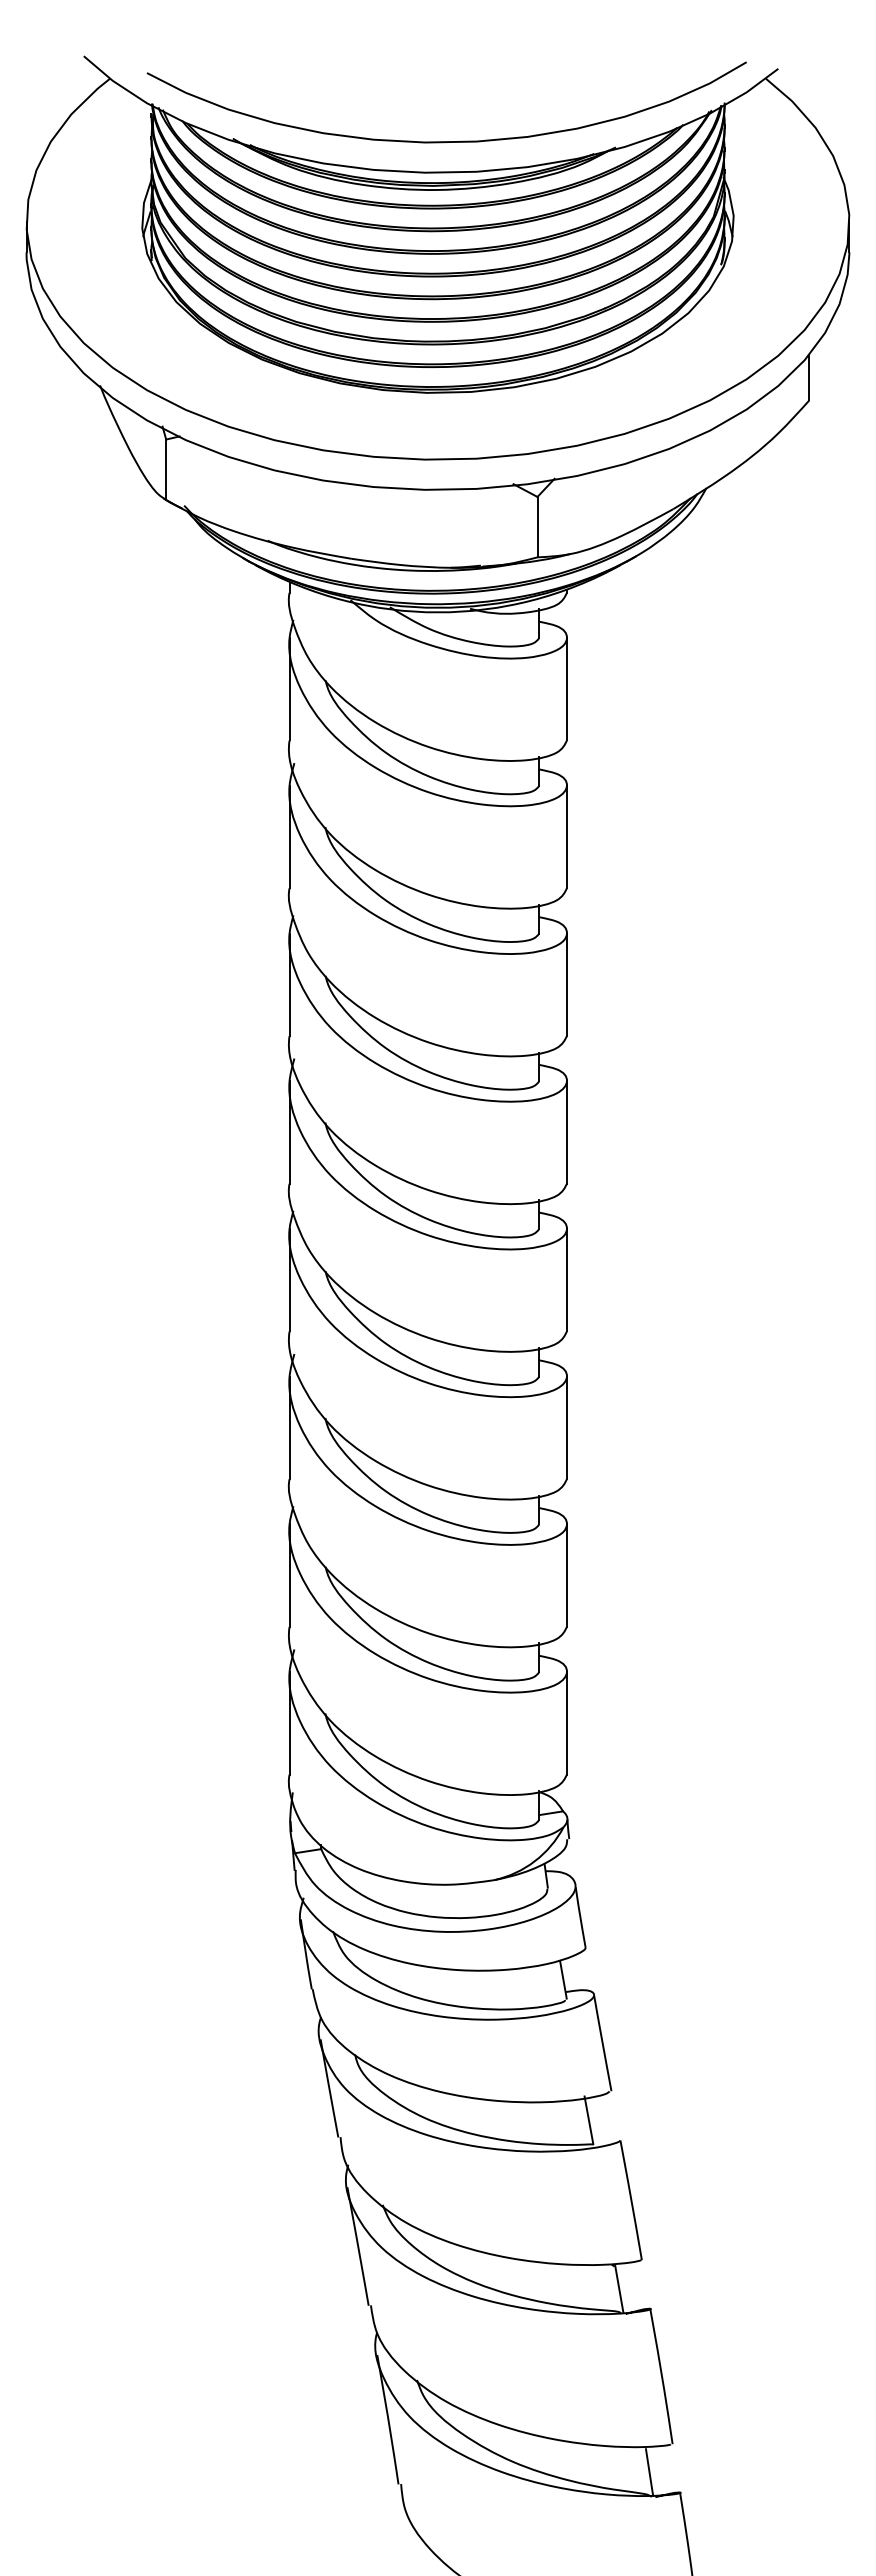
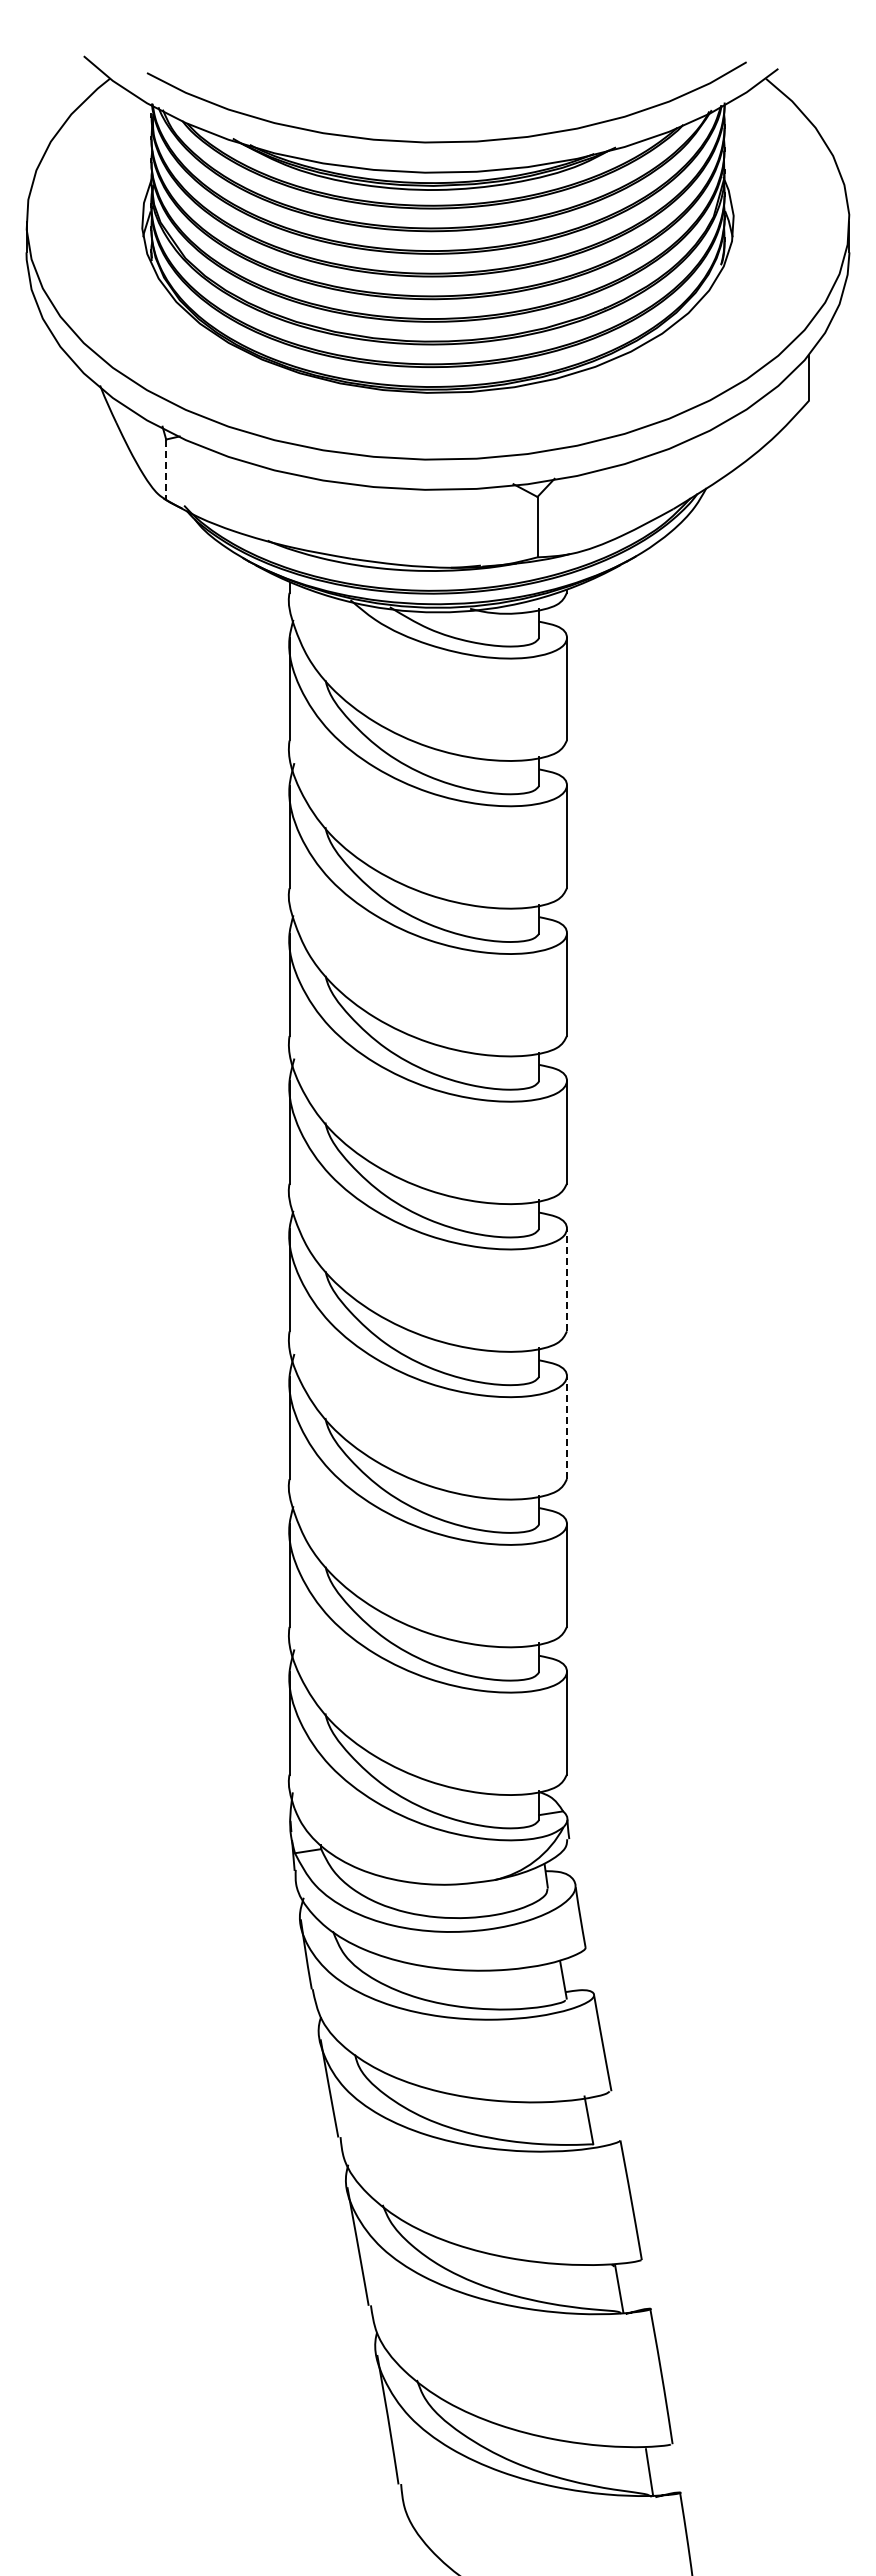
line at (166, 470): solid -> dashed
line at (566, 1279): solid -> dashed
line at (566, 1427): solid -> dashed
